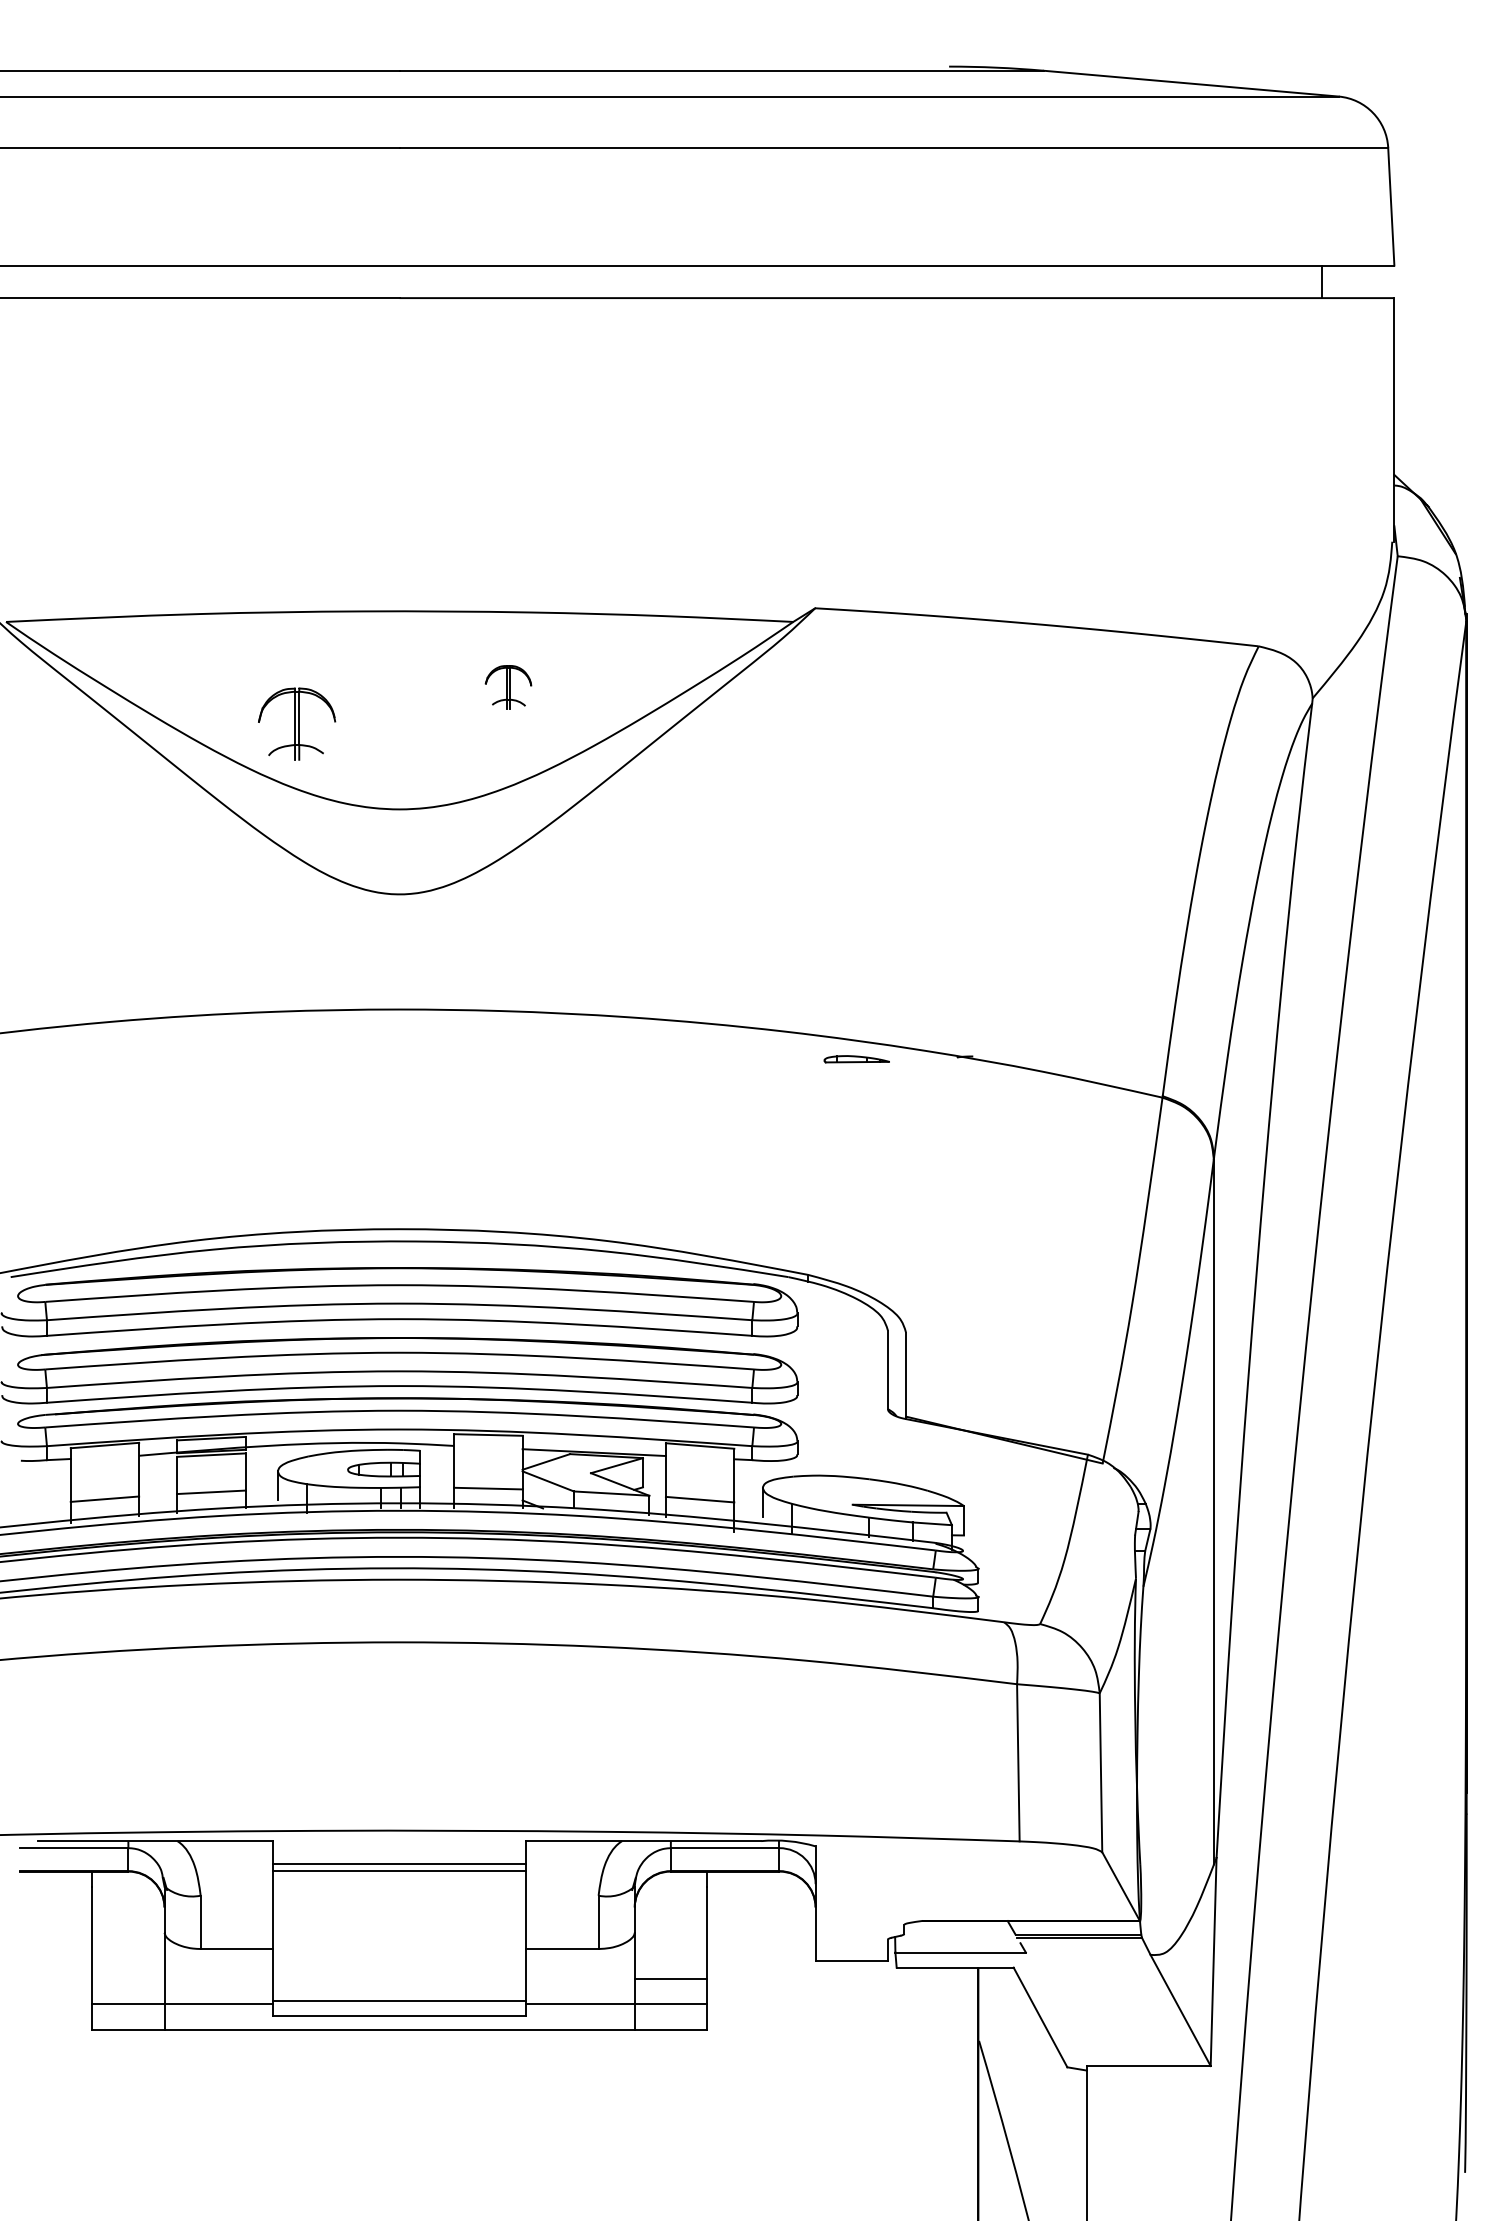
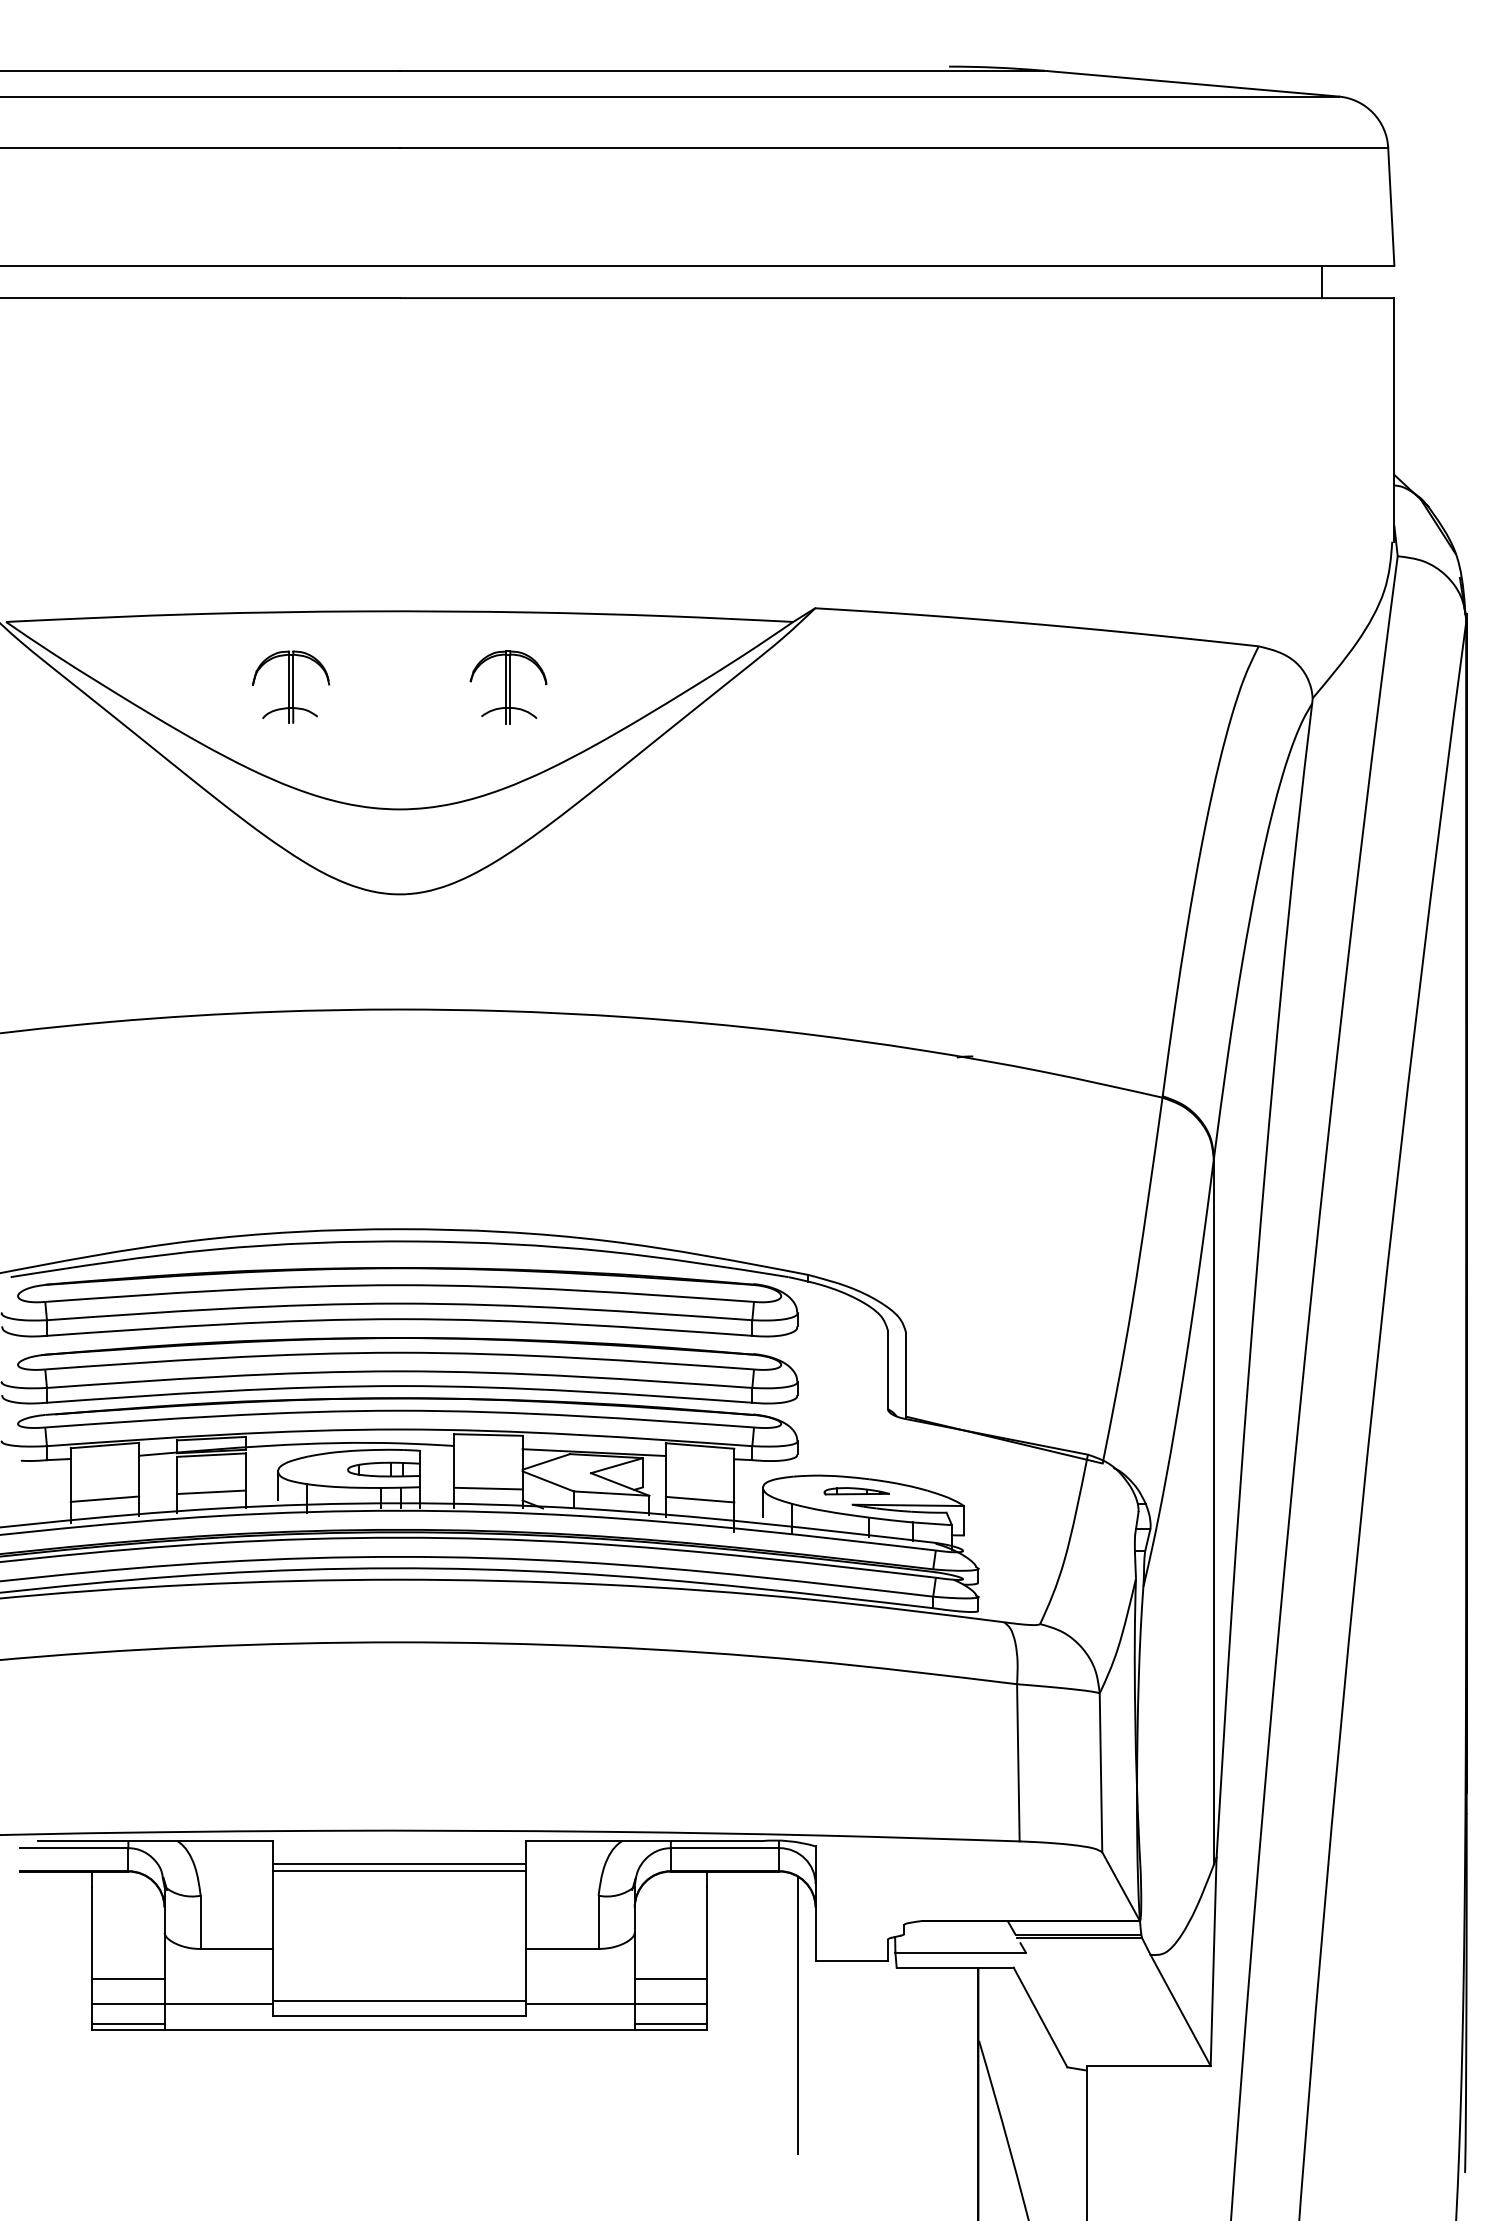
part at (508, 687) size: 49x45 px -> 79x75 px
part at (297, 723) position: (297, 723) -> (291, 686)
part at (856, 1059) position: (856, 1059) -> (856, 1491)
line at (128, 1979): none -> present
line at (797, 2015): none -> present
line at (128, 2024): none -> present
line at (670, 2024): none -> present
